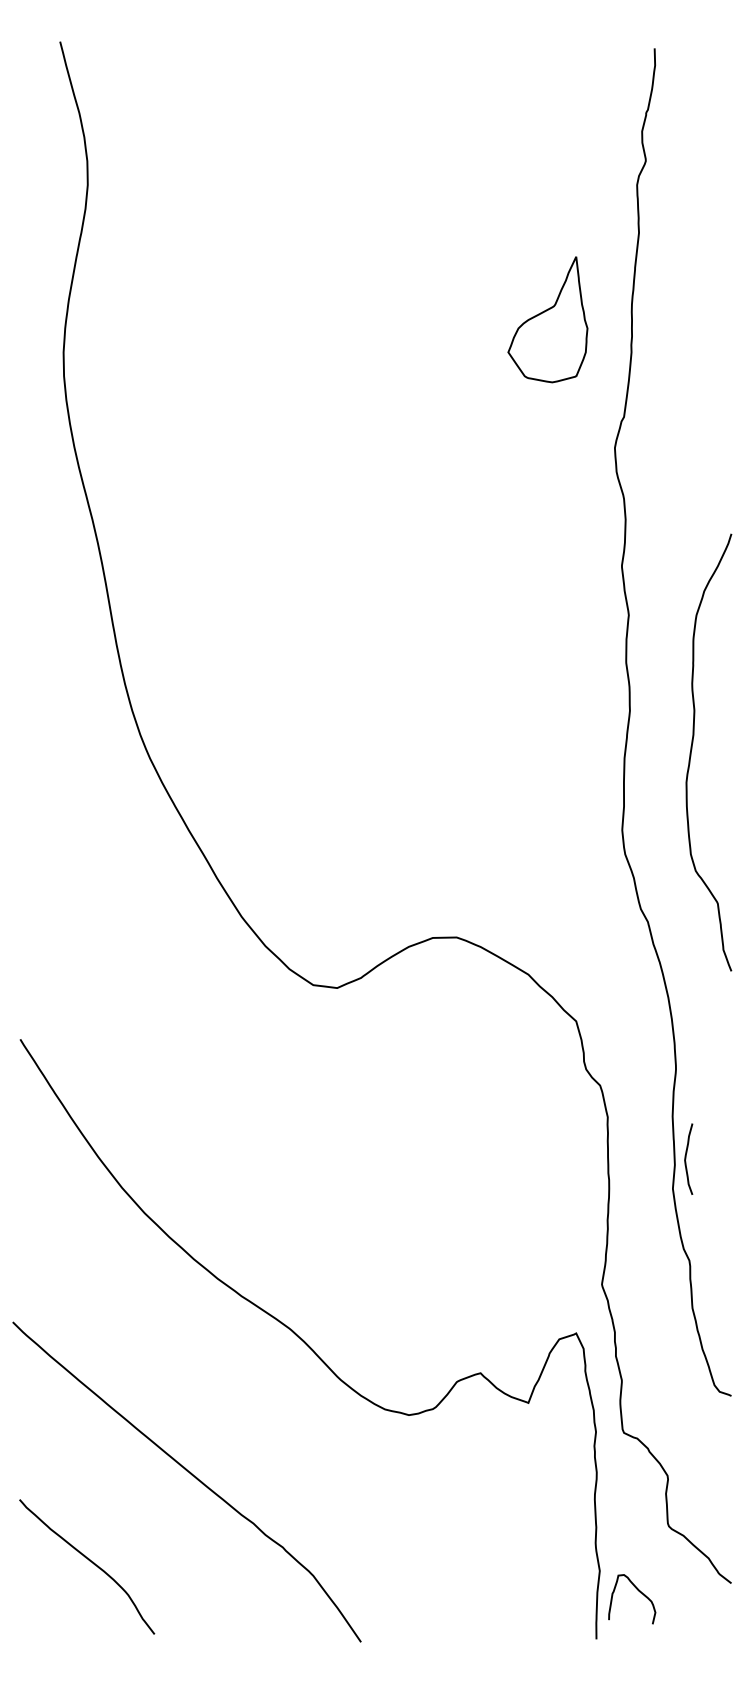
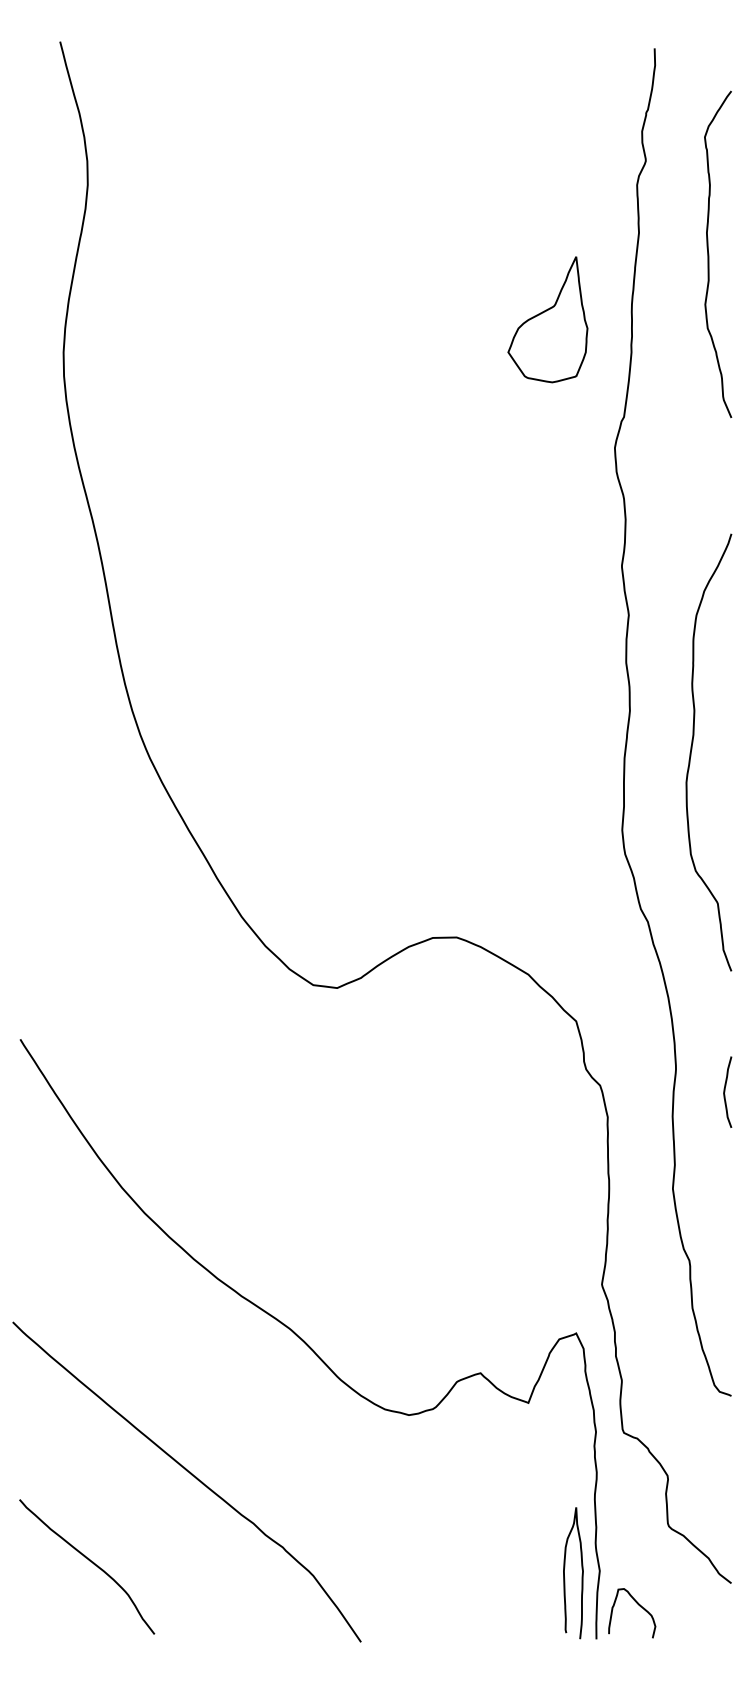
curve at (709, 254): none -> present
curve at (686, 1158) position: (686, 1158) -> (725, 1091)
curve at (581, 1574): none -> present
curve at (639, 1592) position: (639, 1592) -> (639, 1606)
